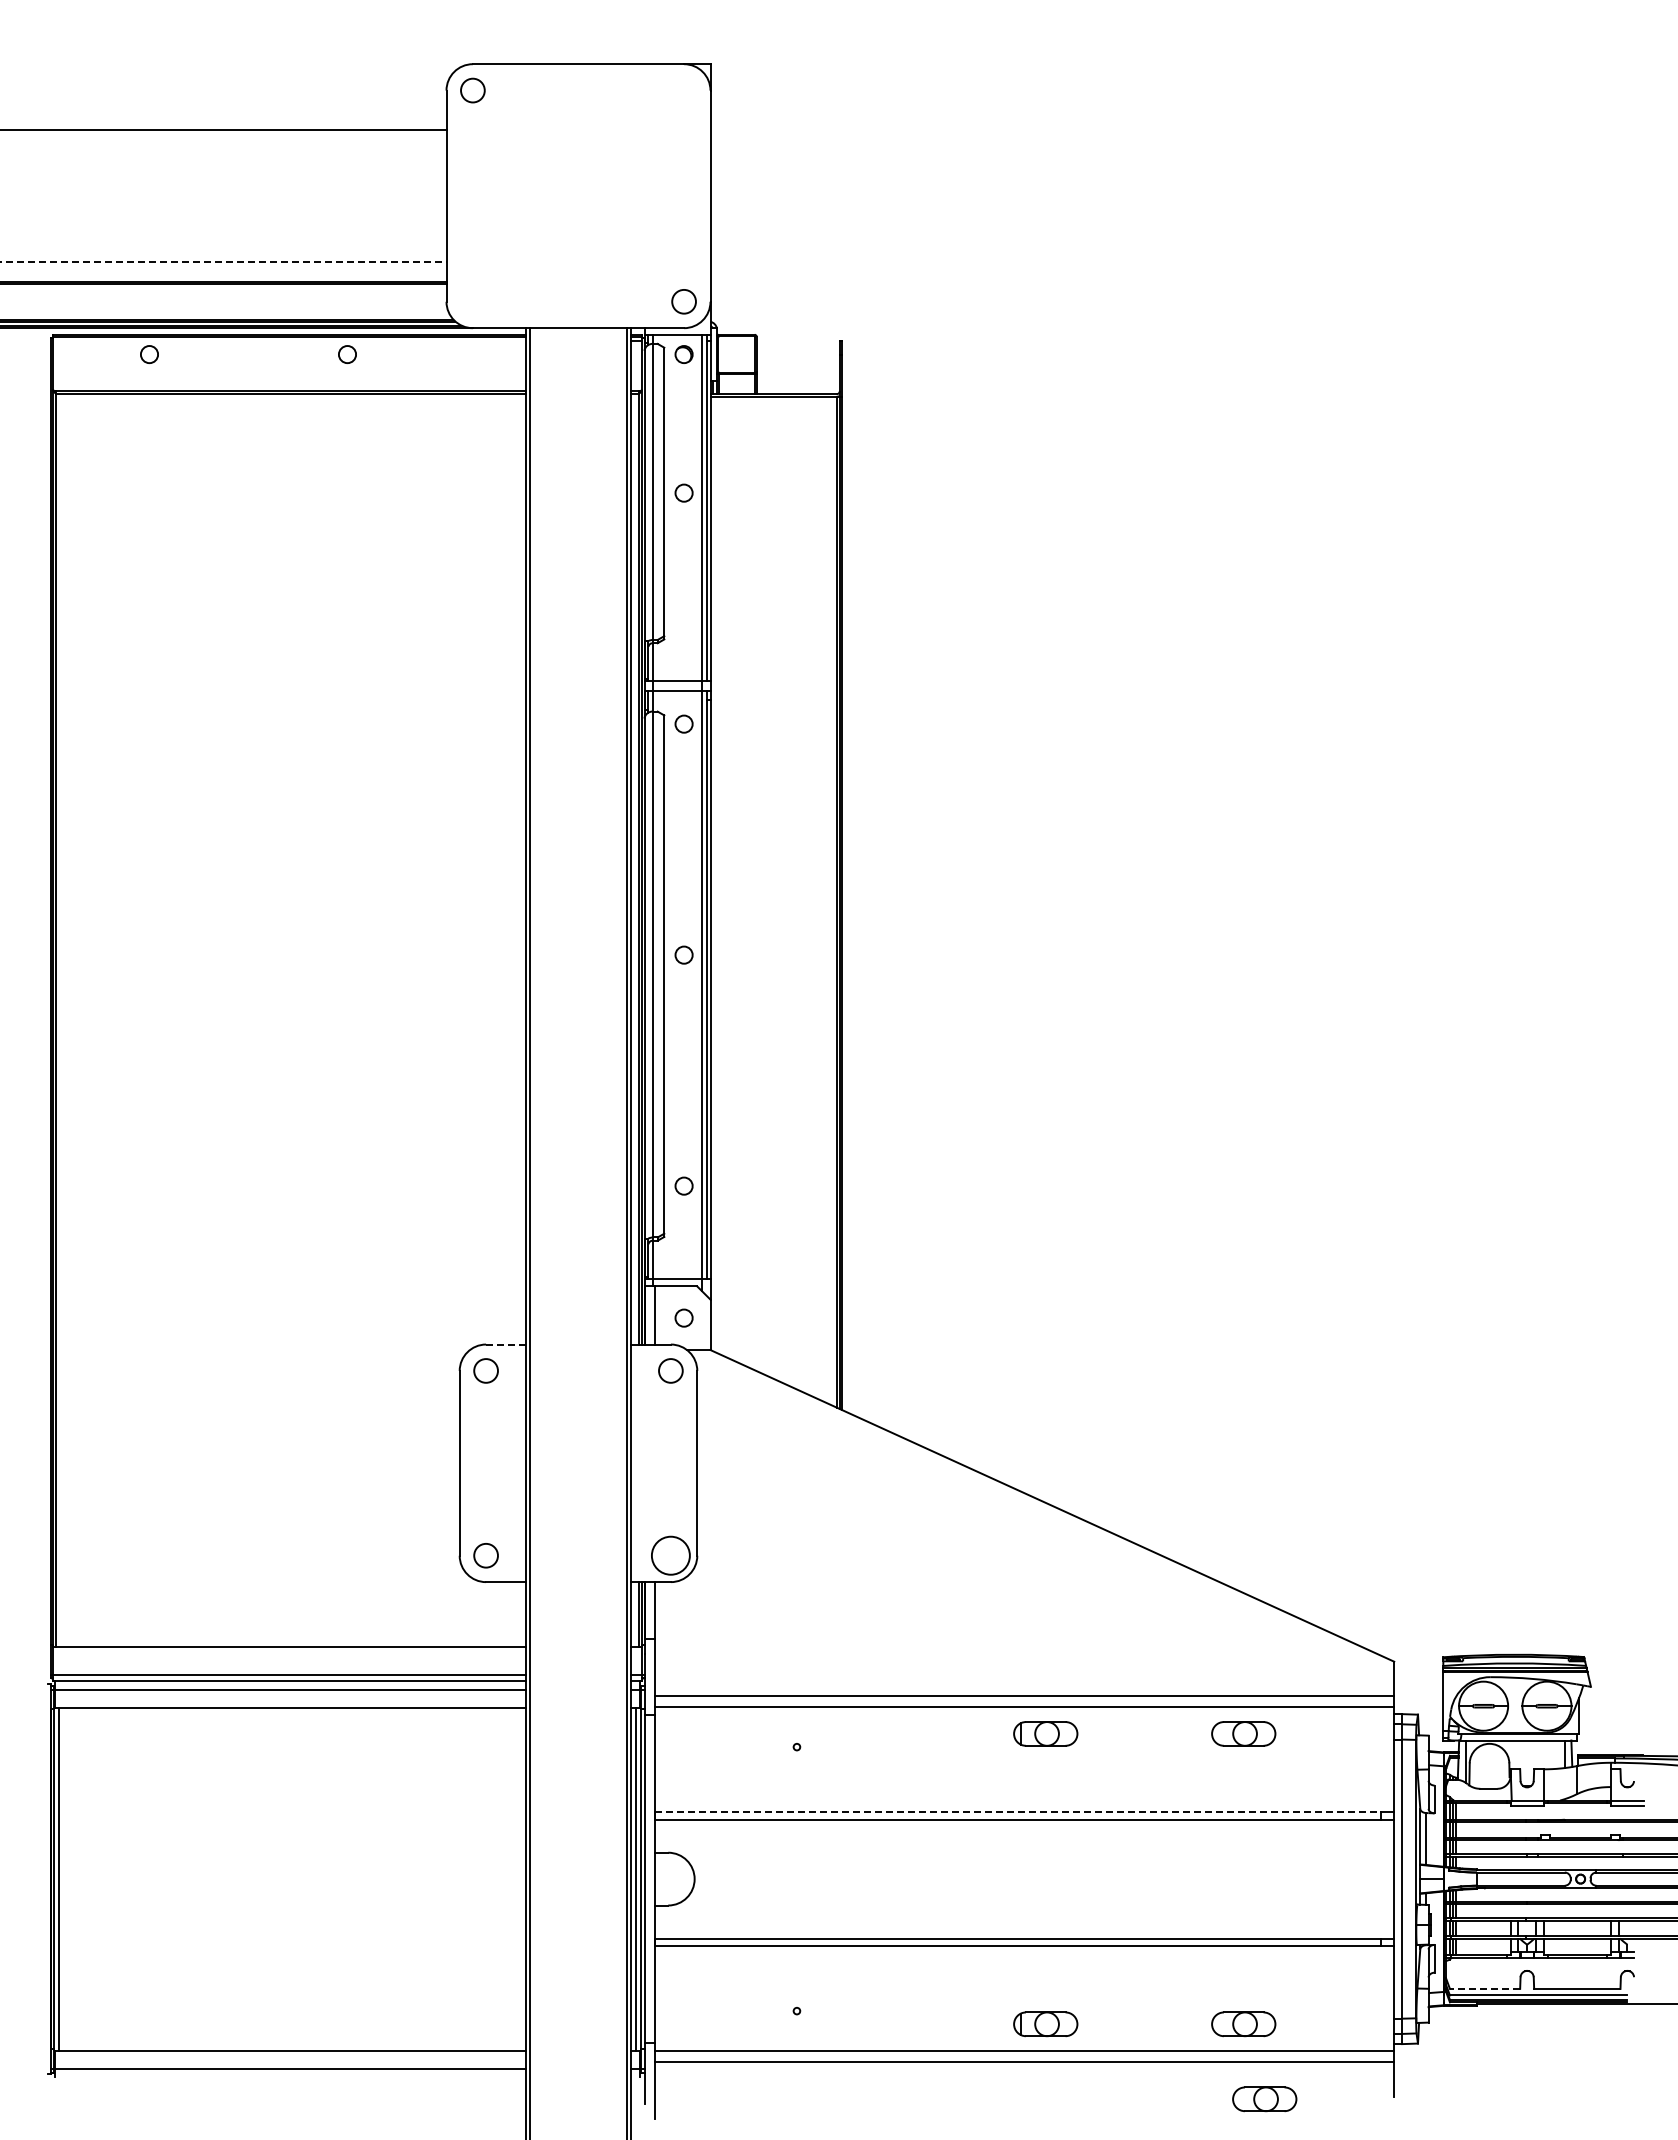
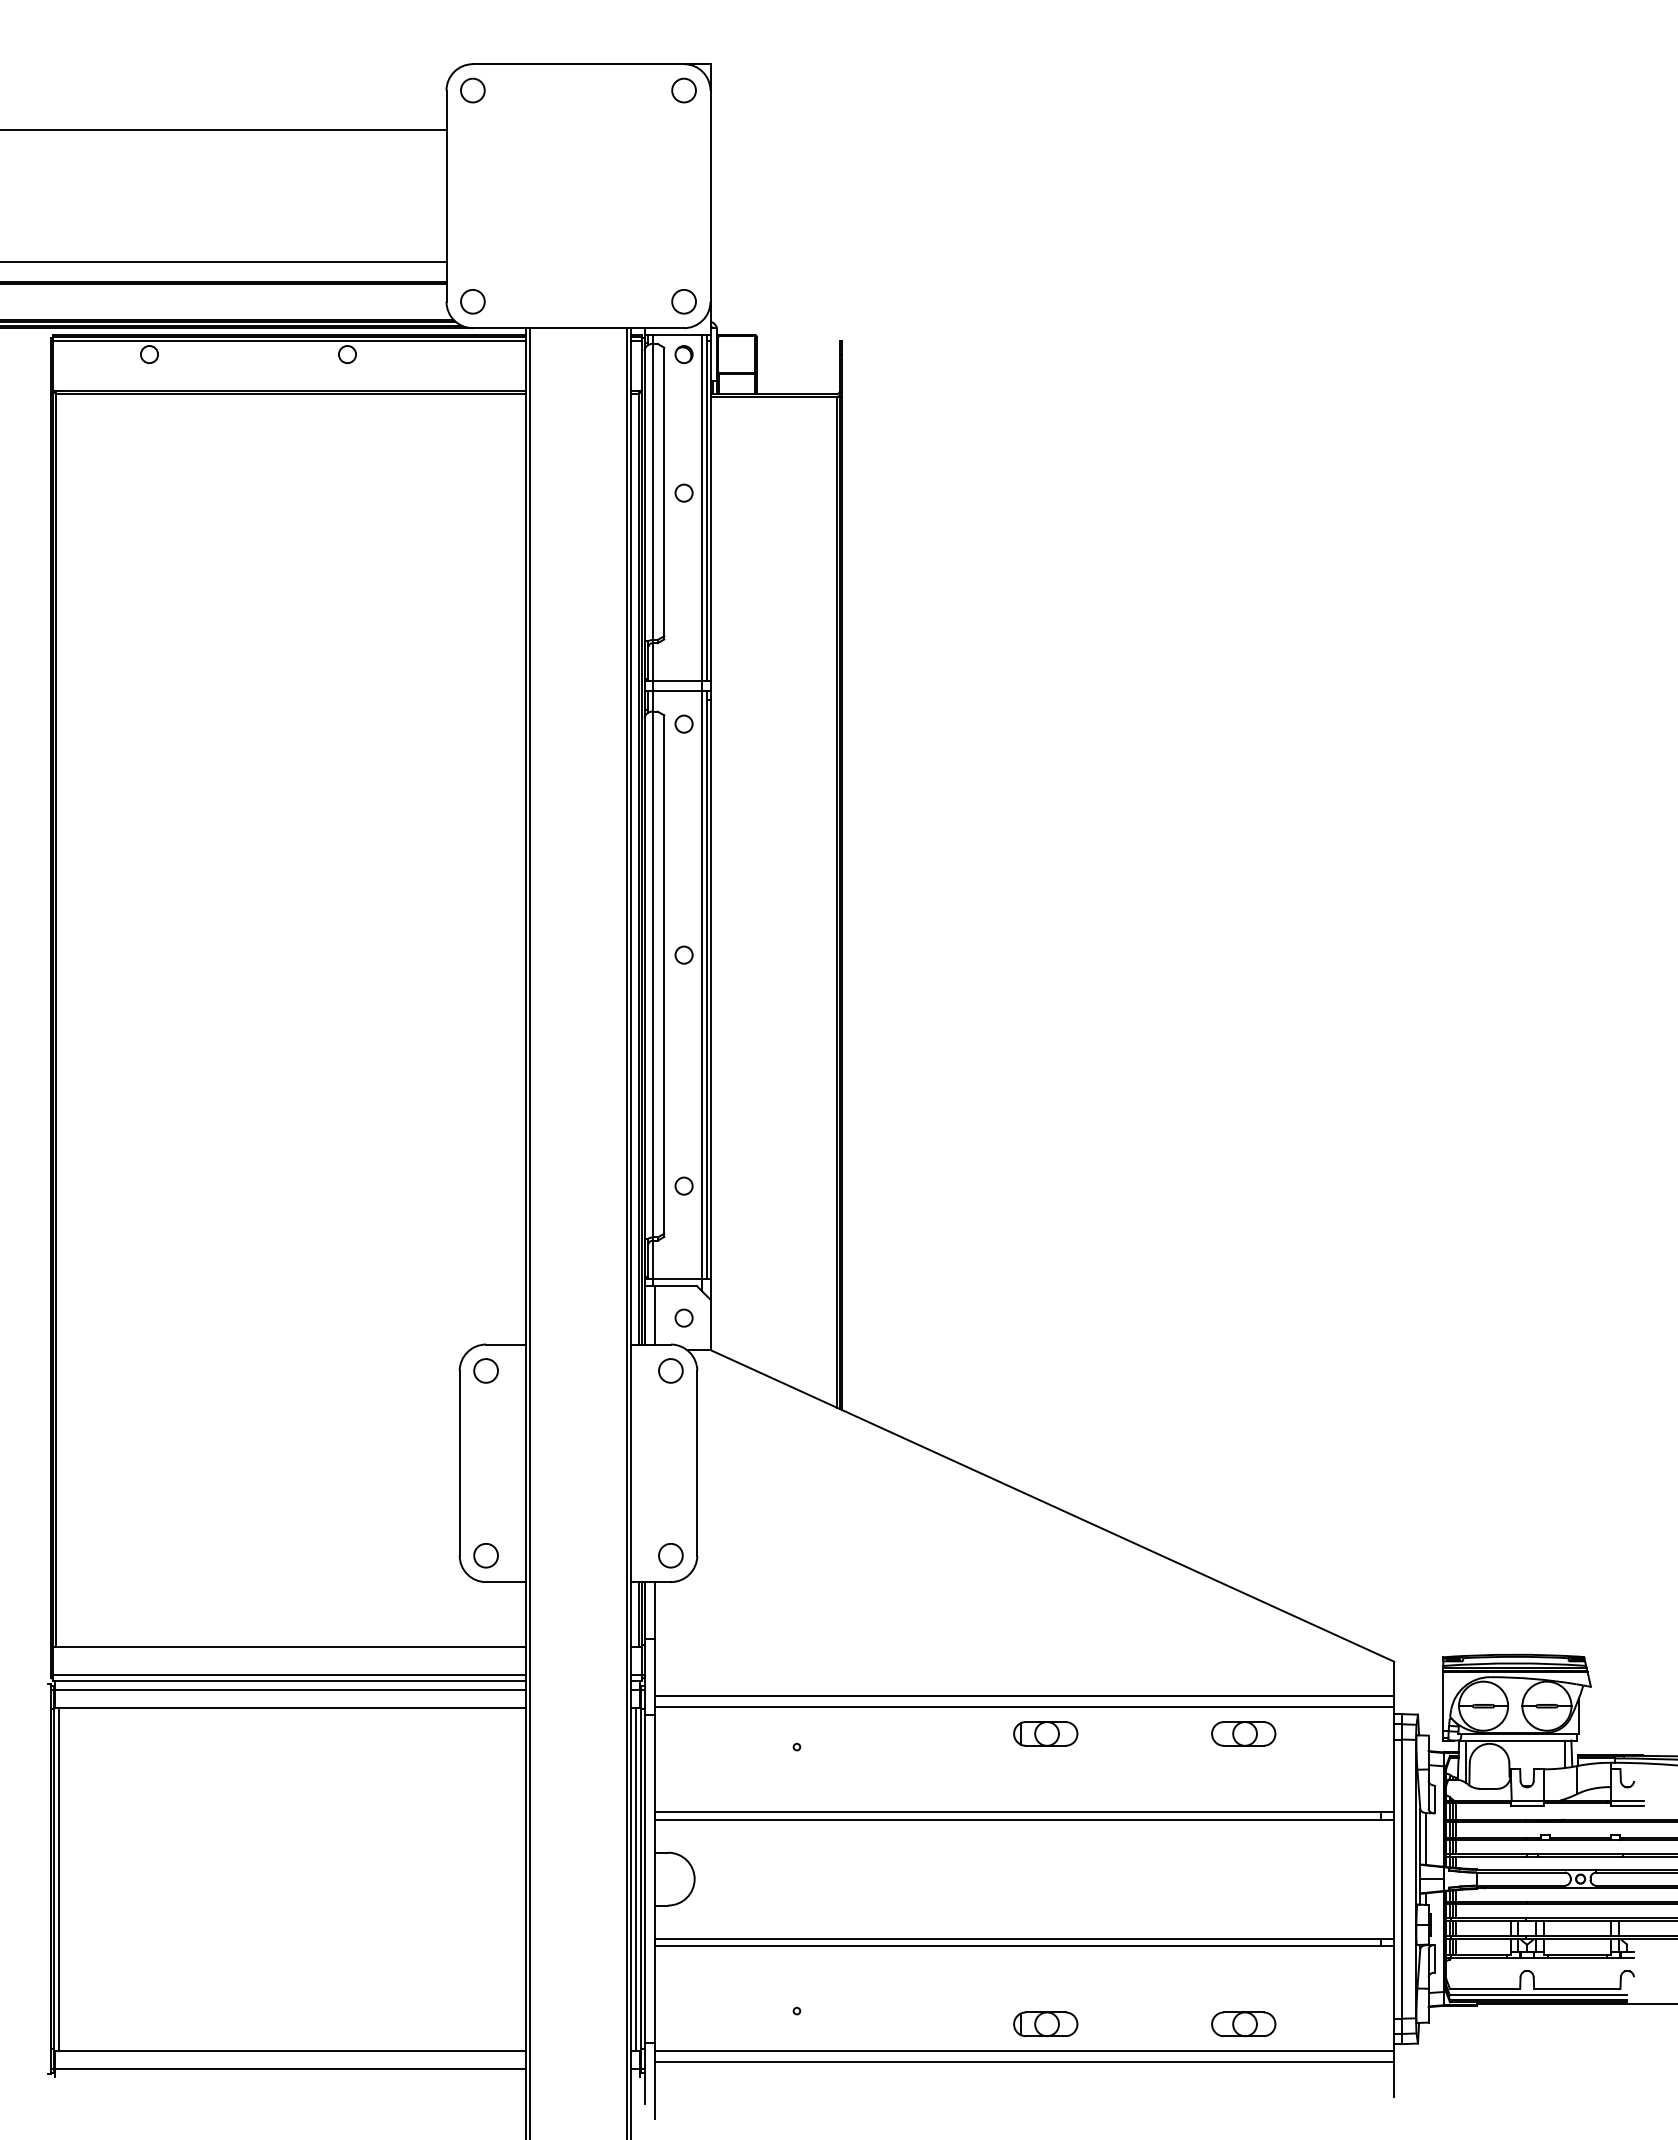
circle at (683, 90): none -> present
line at (223, 262): dashed -> solid
circle at (472, 301): none -> present
line at (289, 340): none -> present
line at (505, 1344): dashed -> solid
circle at (670, 1555) diameter: 38 px -> 24 px
line at (1018, 1811): dashed -> solid
line at (1484, 1988): dashed -> solid
part at (1264, 2099): present -> none
